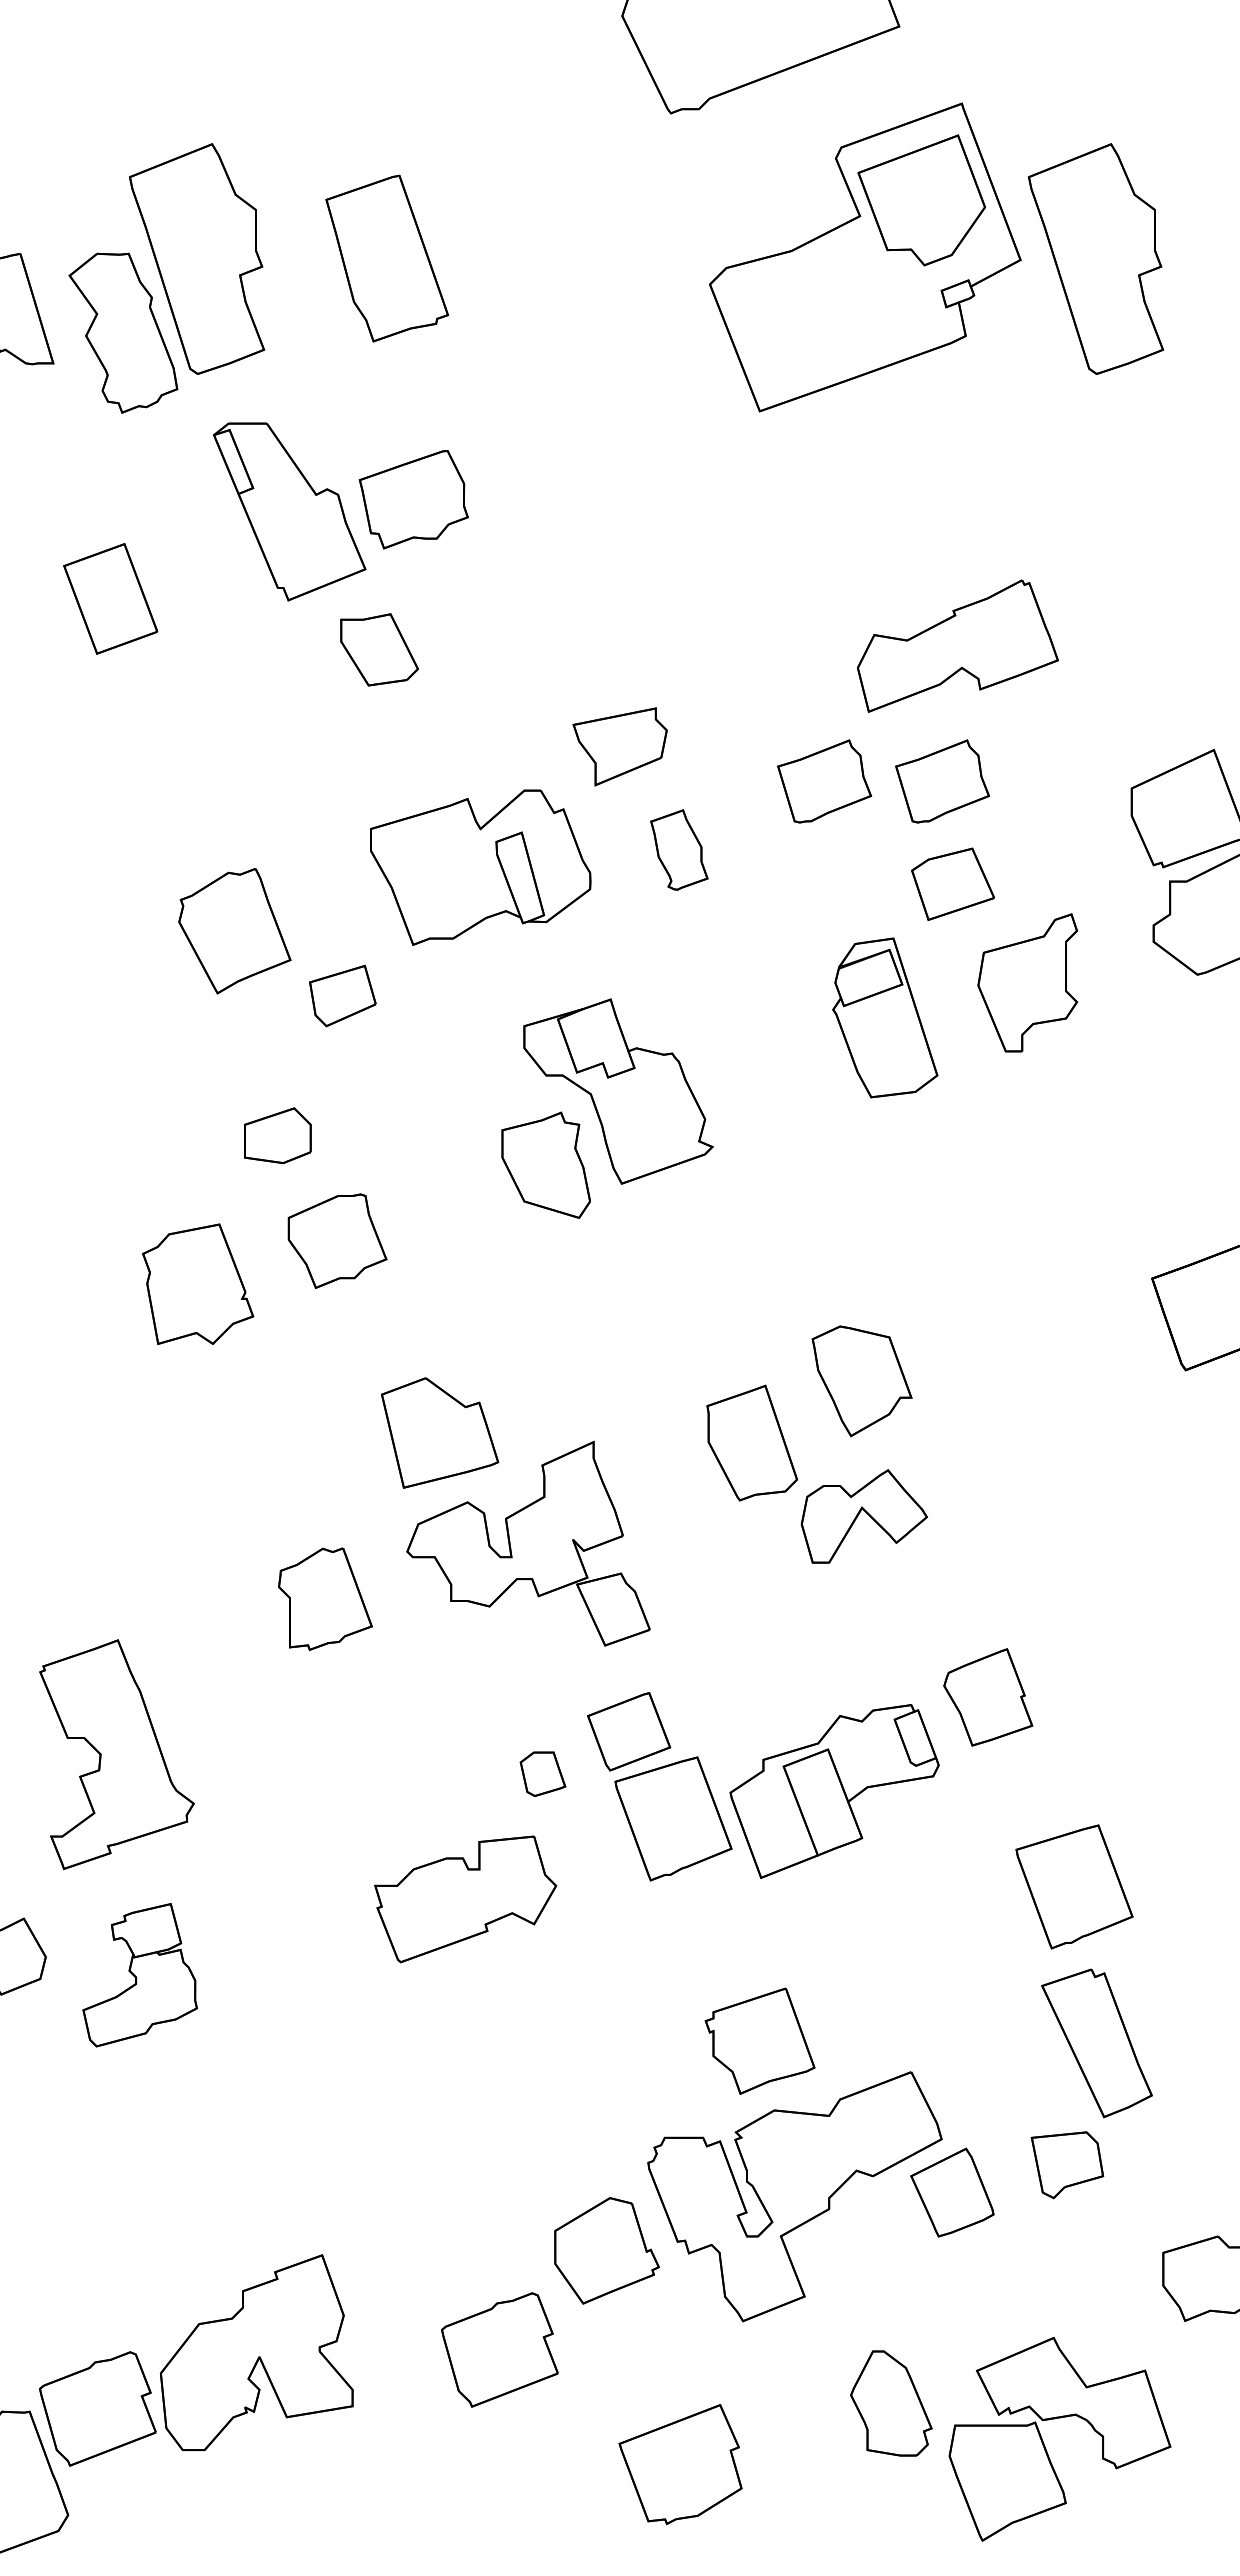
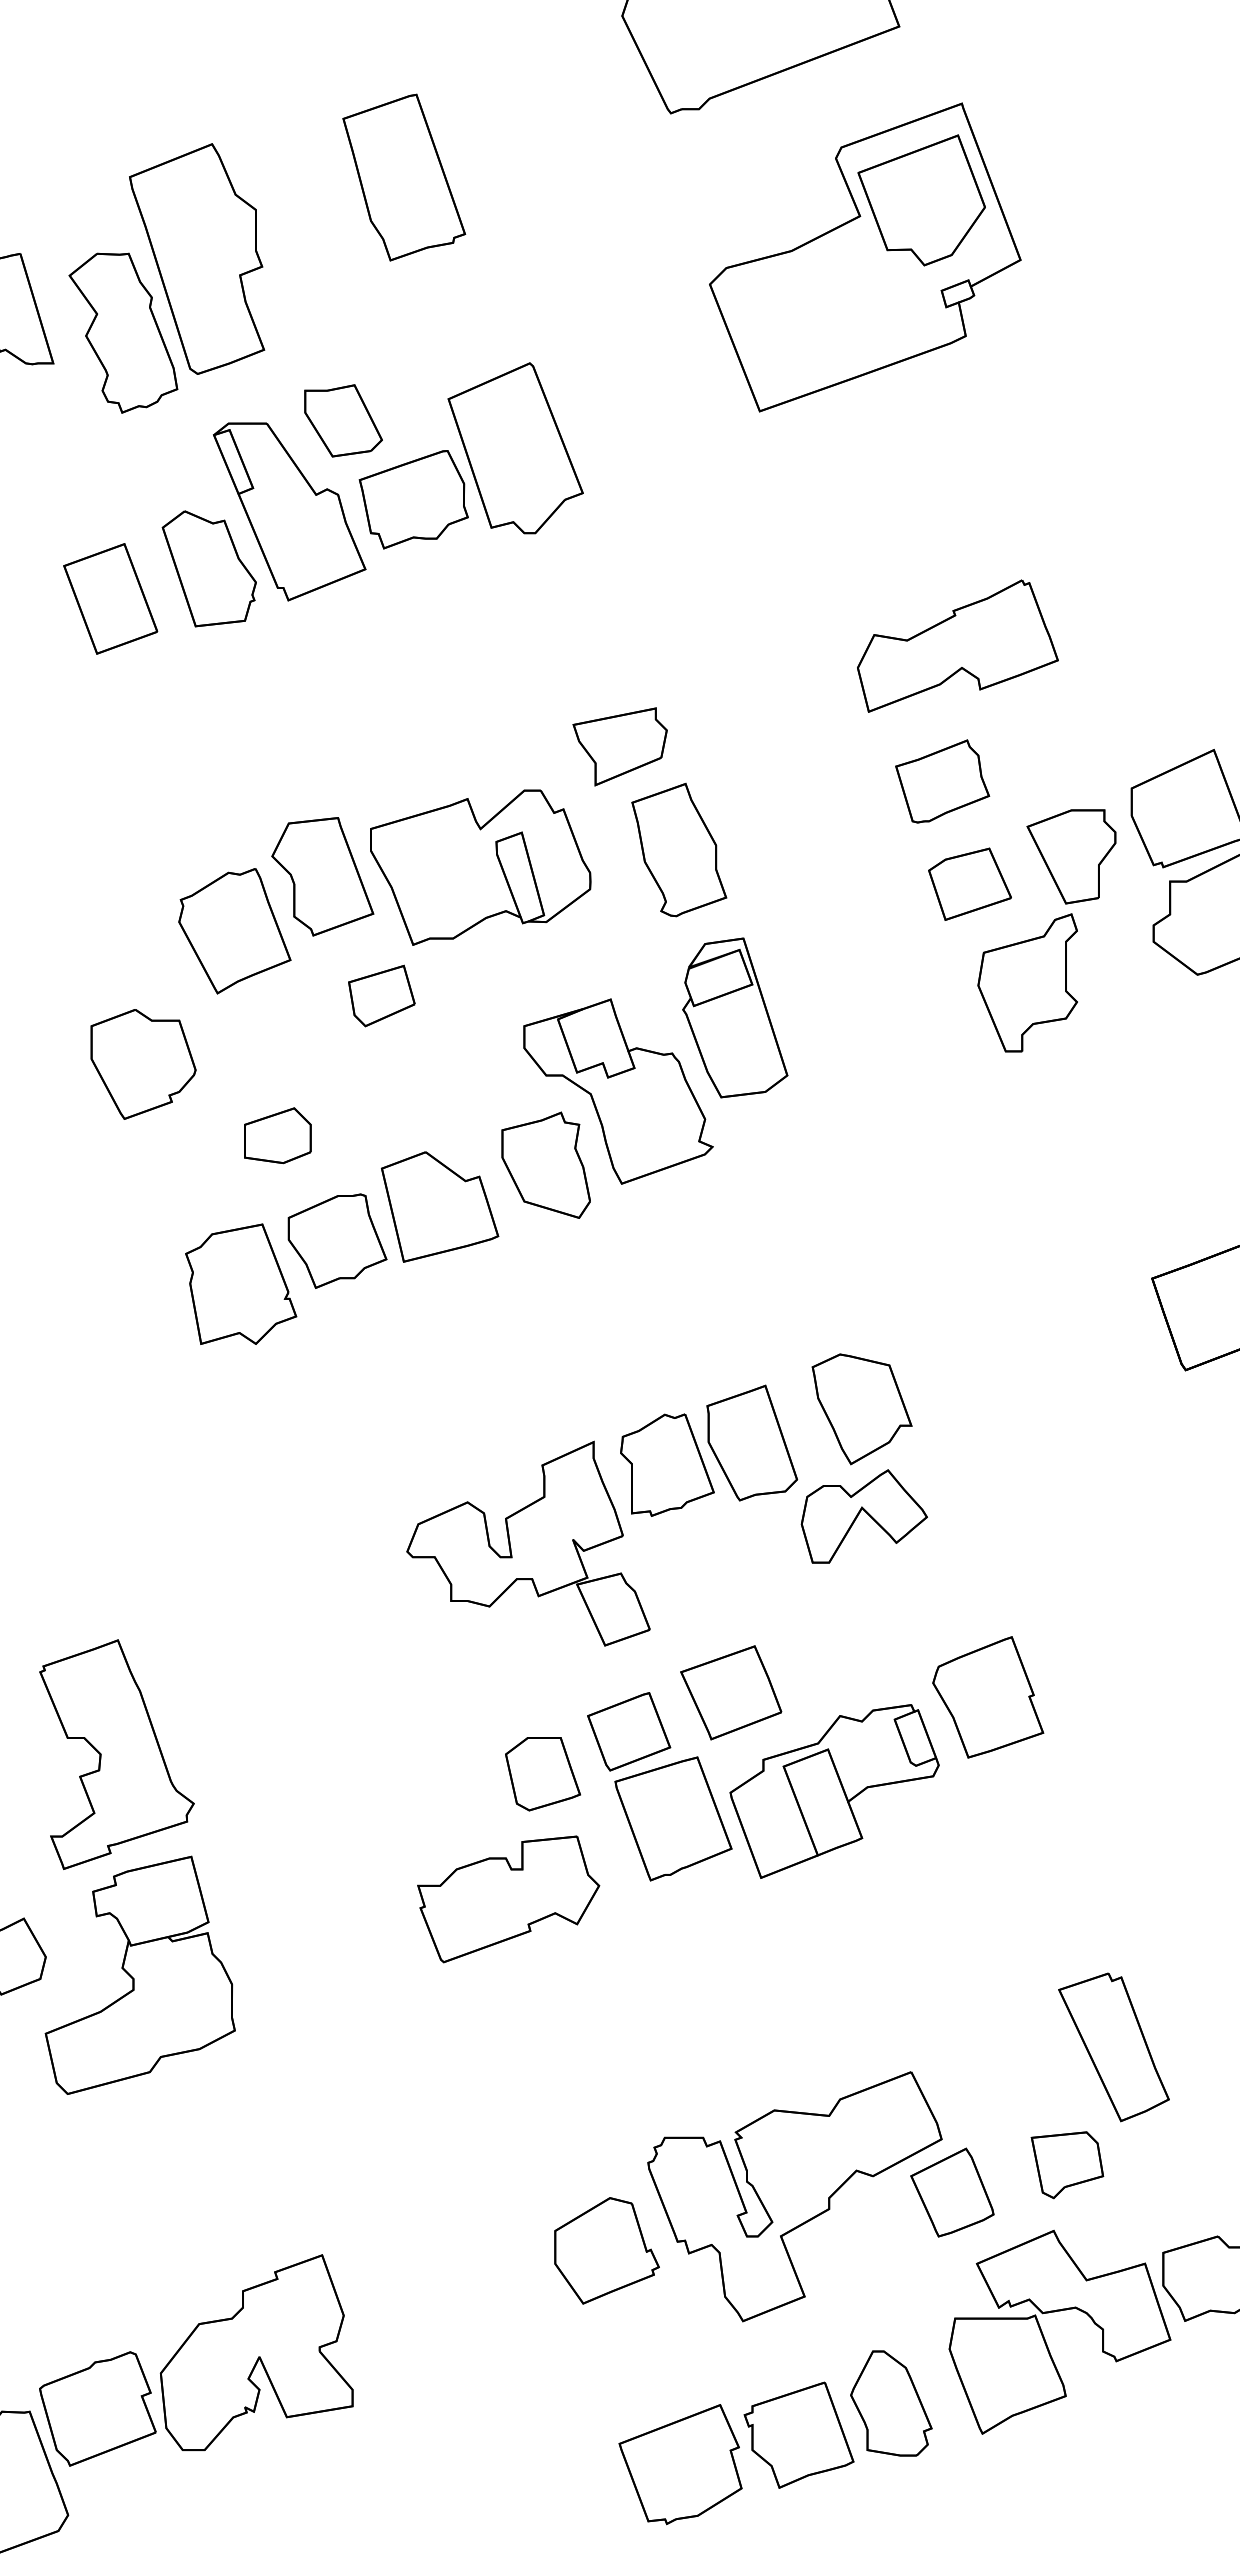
part at (387, 258) position: (387, 258) -> (404, 177)
part at (1096, 258): present -> none
part at (515, 448): none -> present
part at (208, 568): none -> present
part at (379, 649) position: (379, 649) -> (343, 420)
part at (824, 781): present -> none
part at (679, 849) size: 59x82 px -> 97x136 px
part at (1071, 856): none -> present
part at (322, 876): none -> present
part at (952, 883) position: (952, 883) -> (969, 883)
part at (342, 995) position: (342, 995) -> (381, 995)
part at (885, 1017) position: (885, 1017) -> (735, 1017)
part at (143, 1064): none -> present
part at (198, 1283) position: (198, 1283) -> (241, 1283)
part at (861, 1381) position: (861, 1381) -> (861, 1409)
part at (440, 1432) position: (440, 1432) -> (440, 1206)
part at (325, 1598) position: (325, 1598) -> (667, 1464)
part at (731, 1692): none -> present
part at (988, 1697) size: 91x99 px -> 113x123 px
part at (542, 1773) size: 48x46 px -> 76x75 px
part at (1074, 1886): present -> none
part at (465, 1899) position: (465, 1899) -> (508, 1899)
part at (139, 1975) size: 116x145 px -> 192x240 px
part at (759, 2040) position: (759, 2040) -> (798, 2434)
part at (1096, 2043) position: (1096, 2043) -> (1113, 2047)
part at (499, 2349): present -> none
part at (1044, 2443) position: (1044, 2443) -> (1044, 2336)
